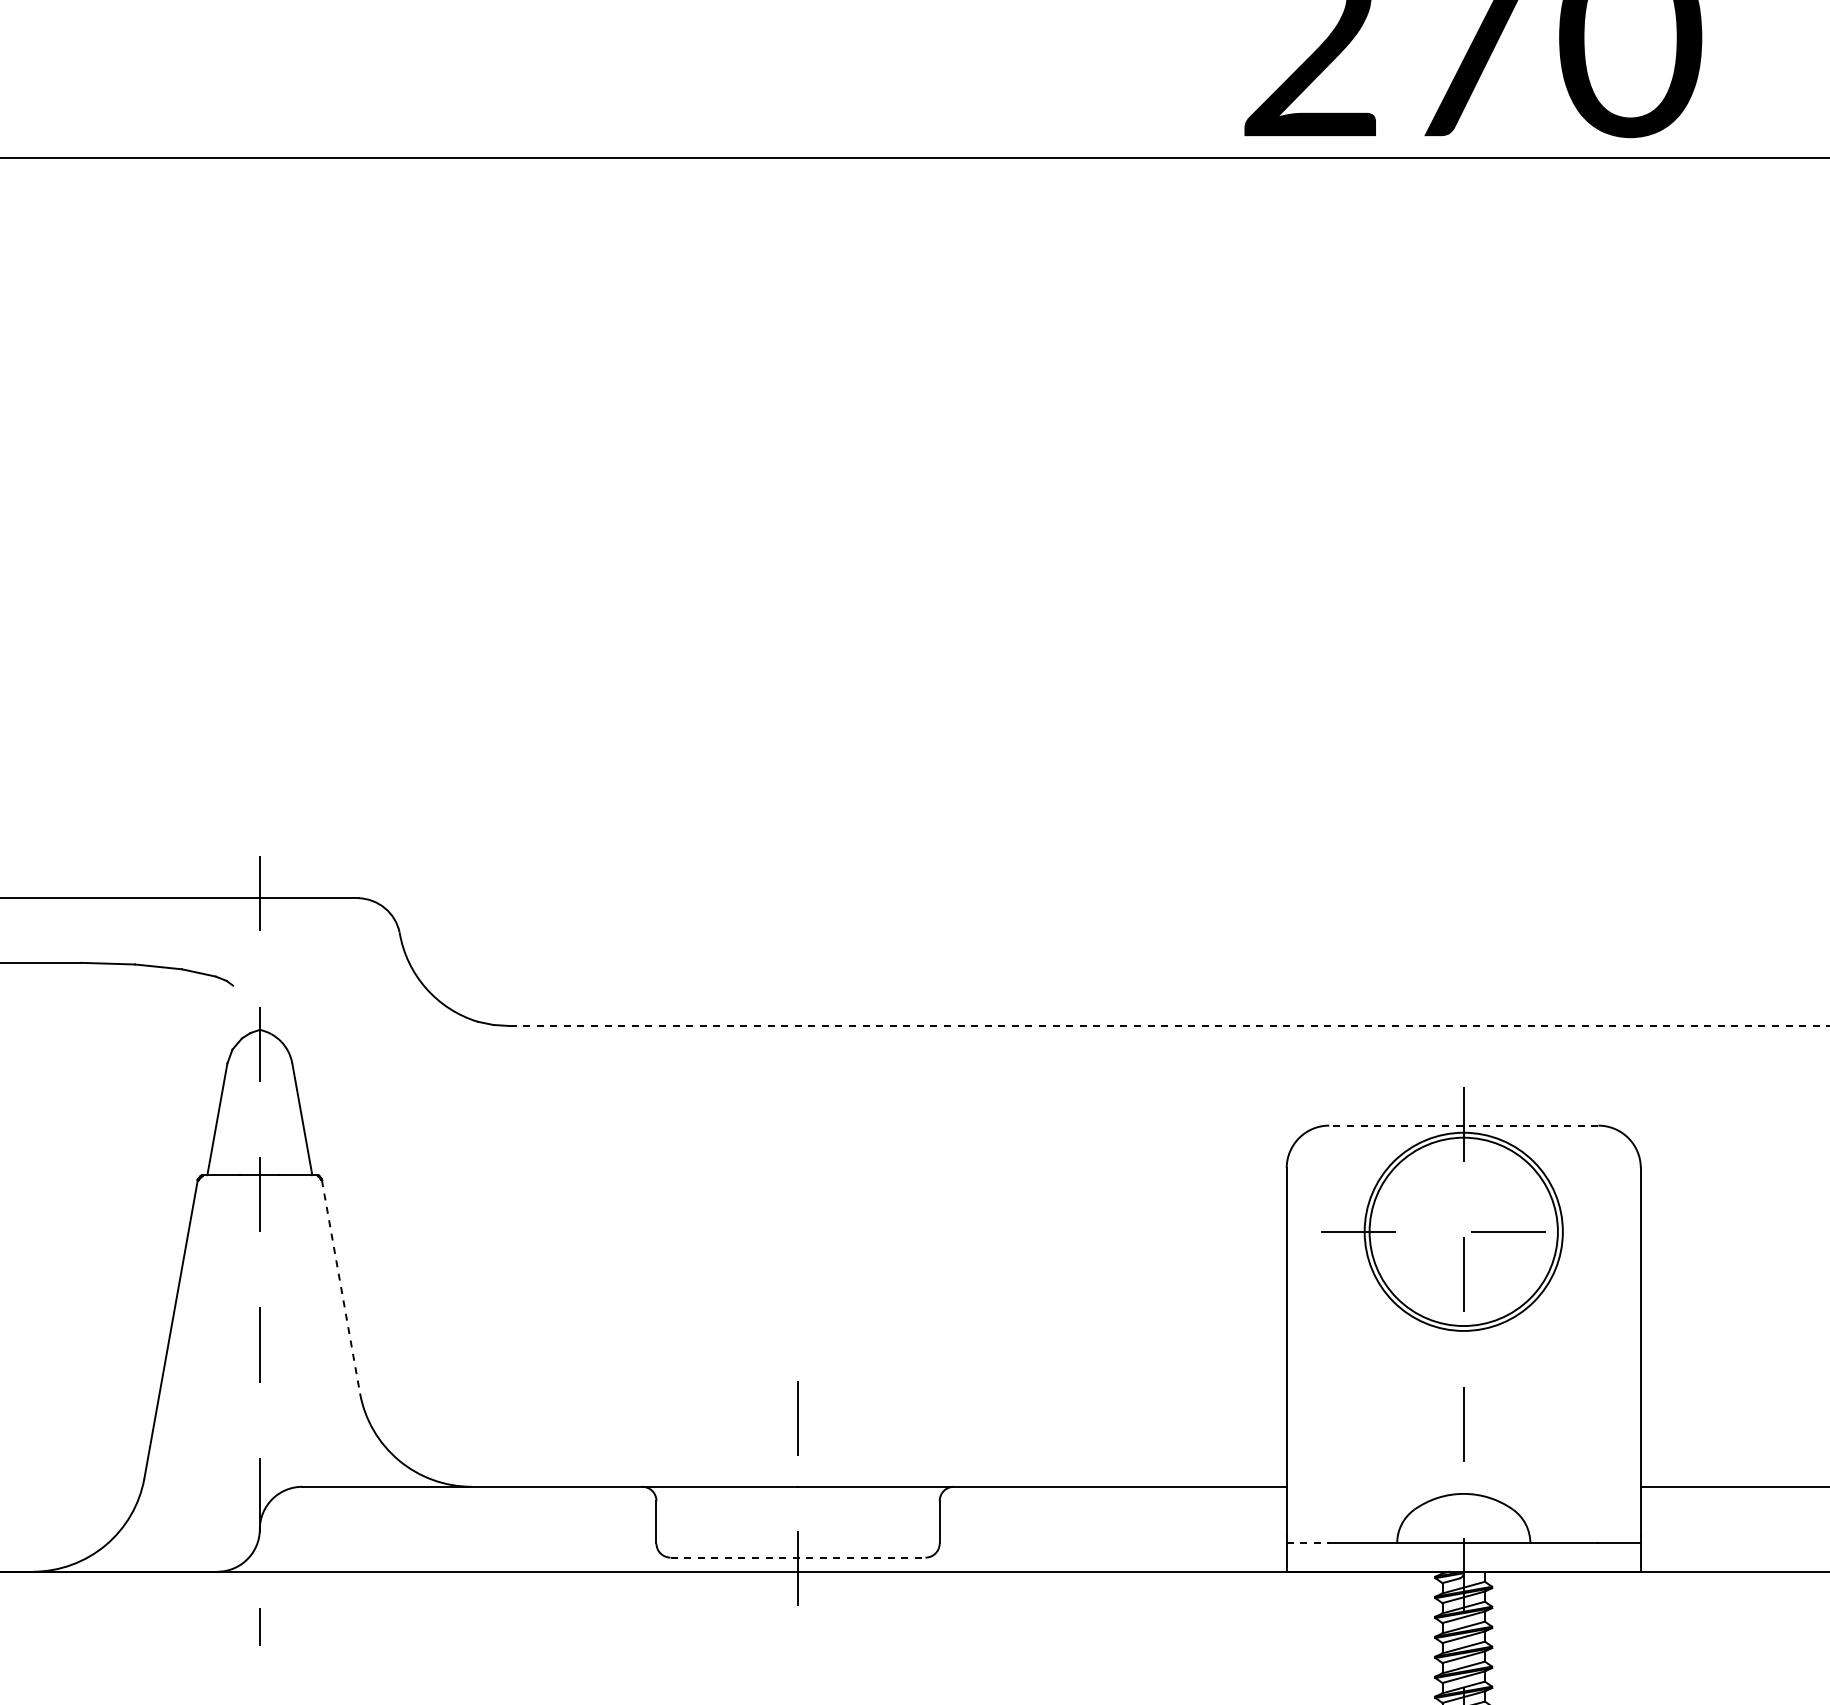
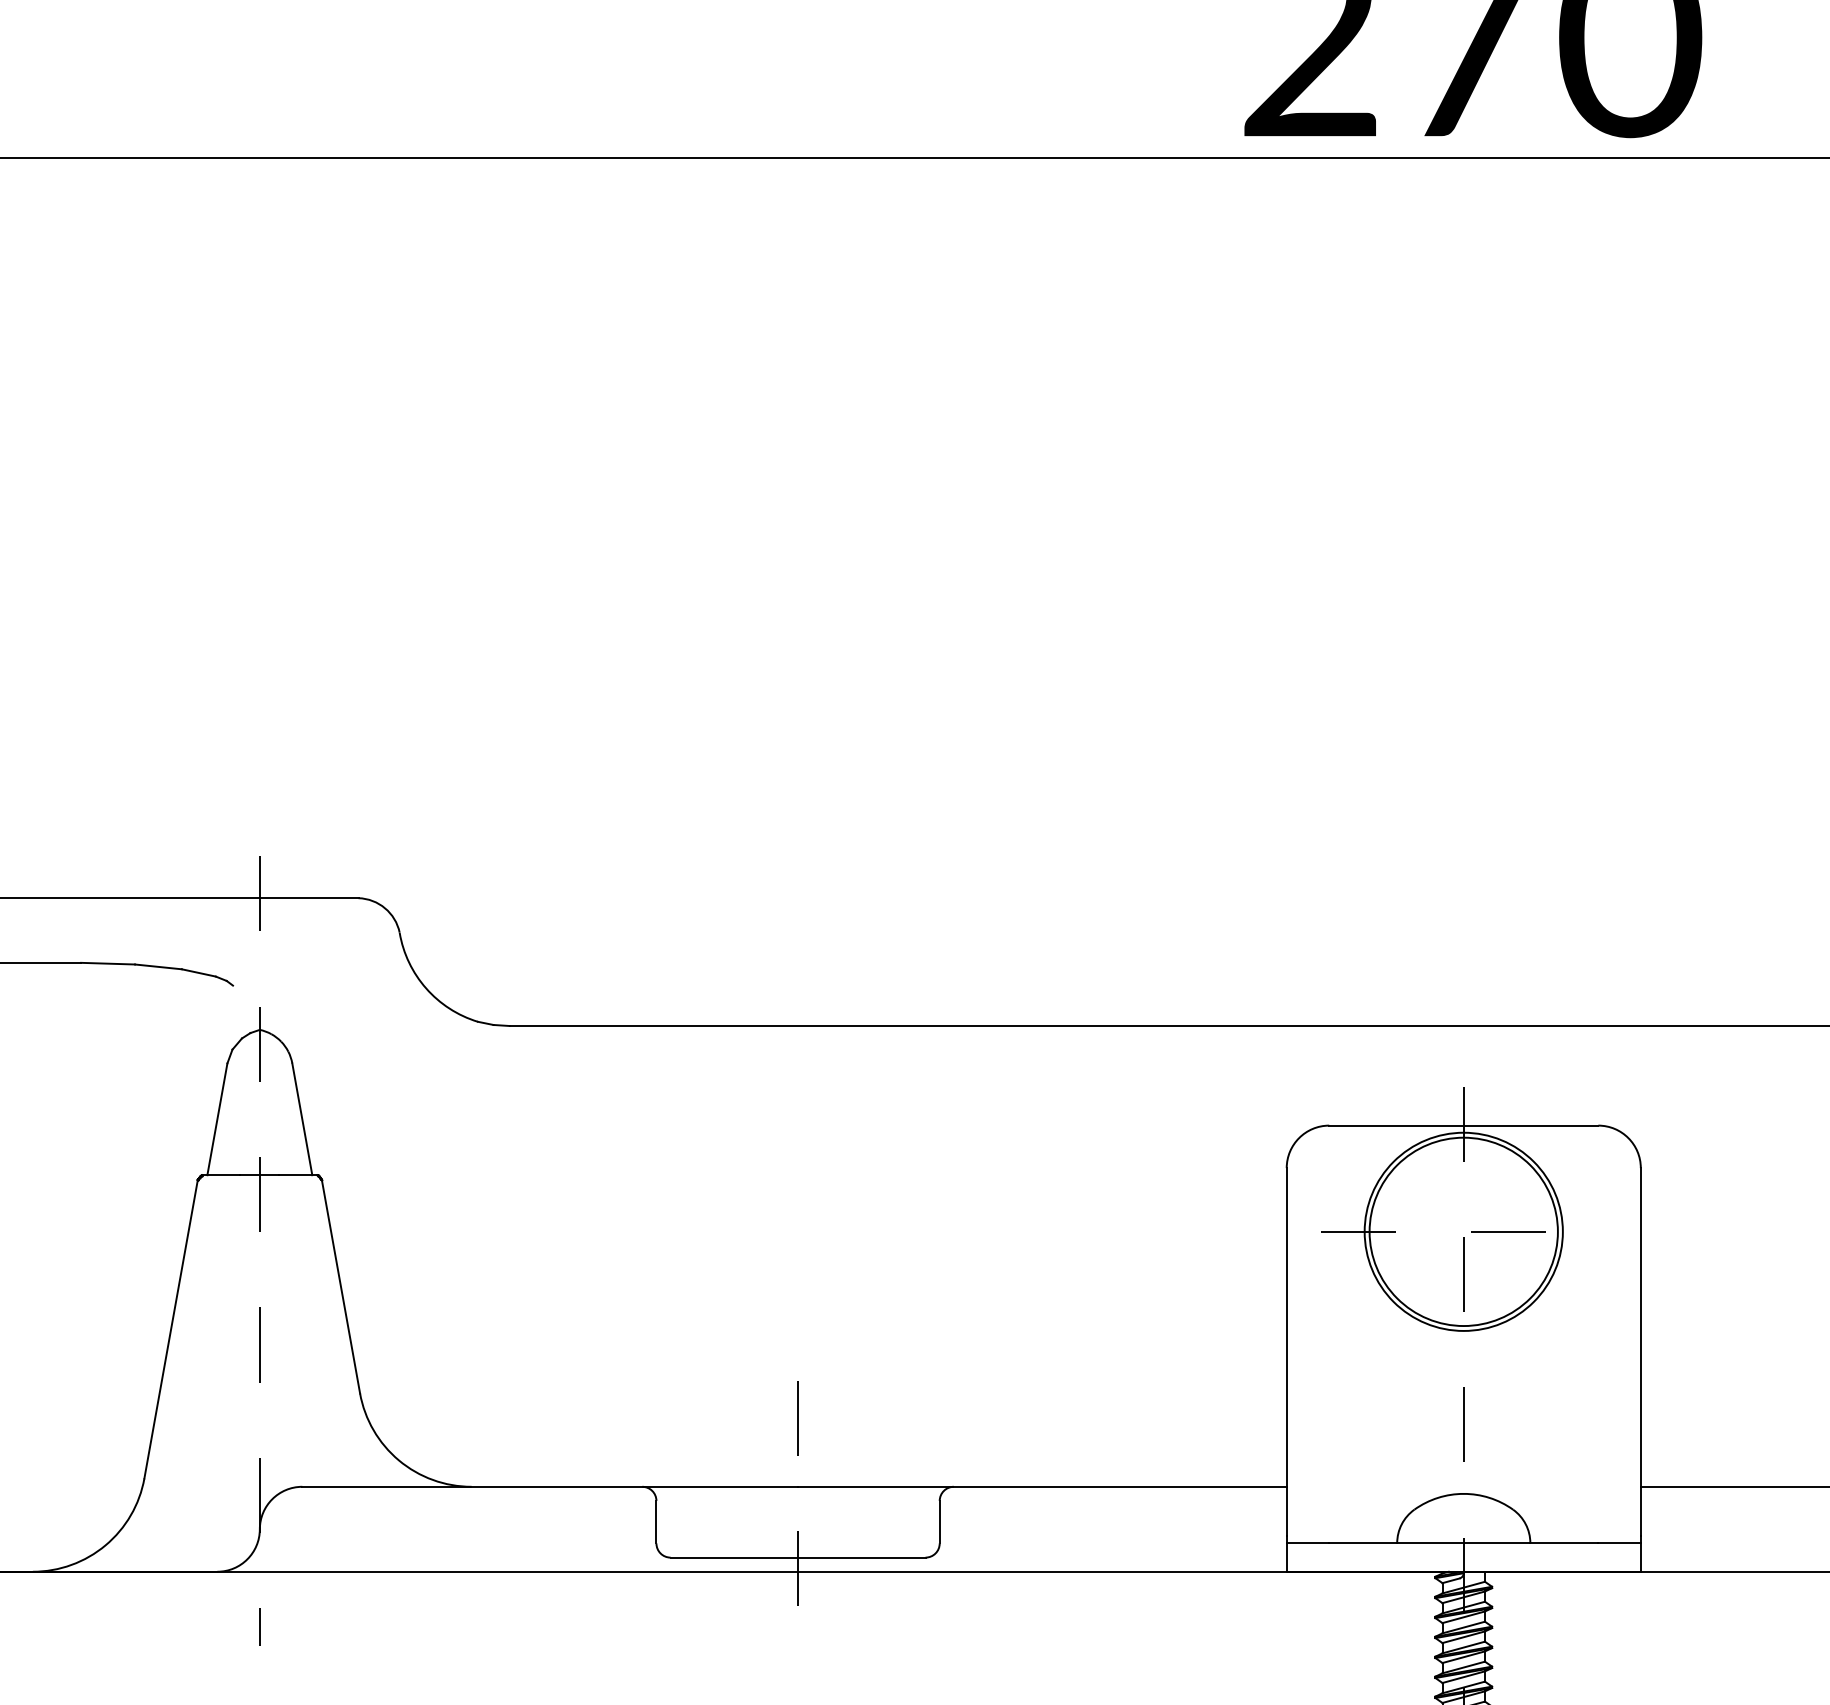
line at (1169, 1026): dashed -> solid
line at (1463, 1125): dashed -> solid
line at (341, 1287): dashed -> solid
line at (1308, 1543): dashed -> solid
line at (798, 1557): dashed -> solid
